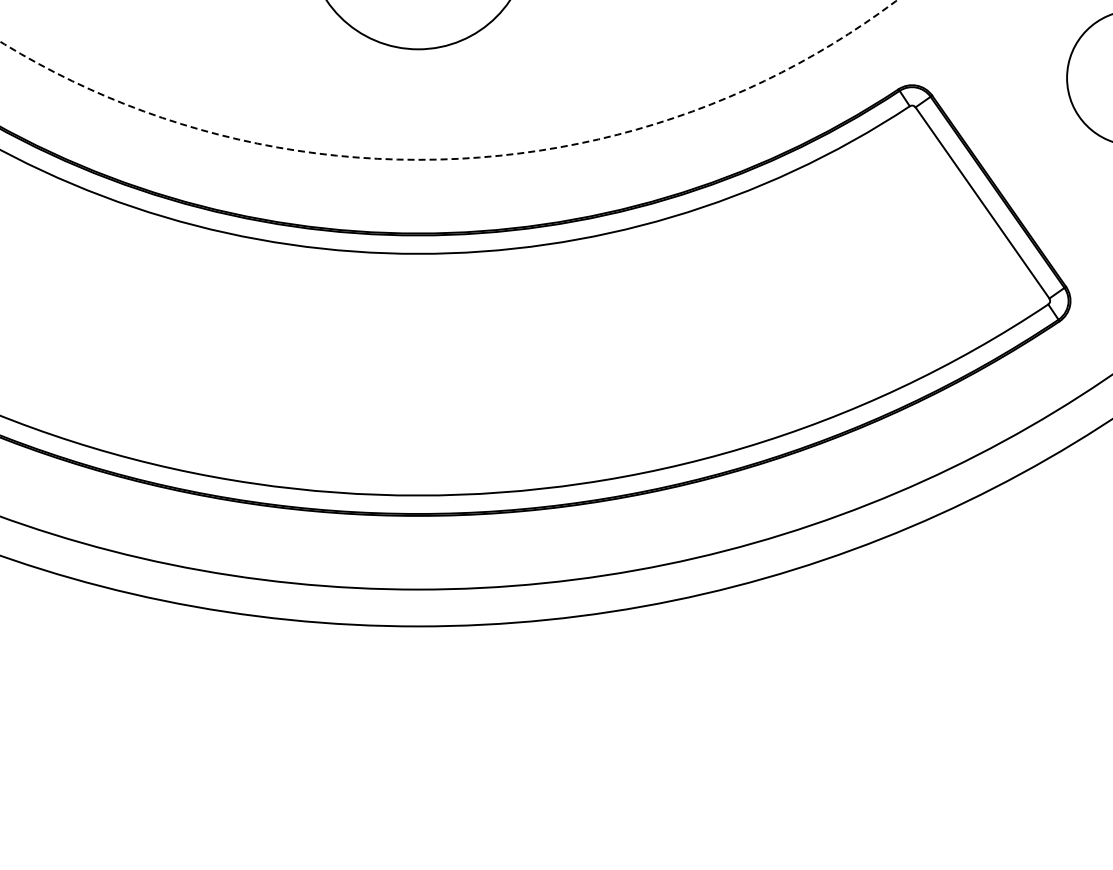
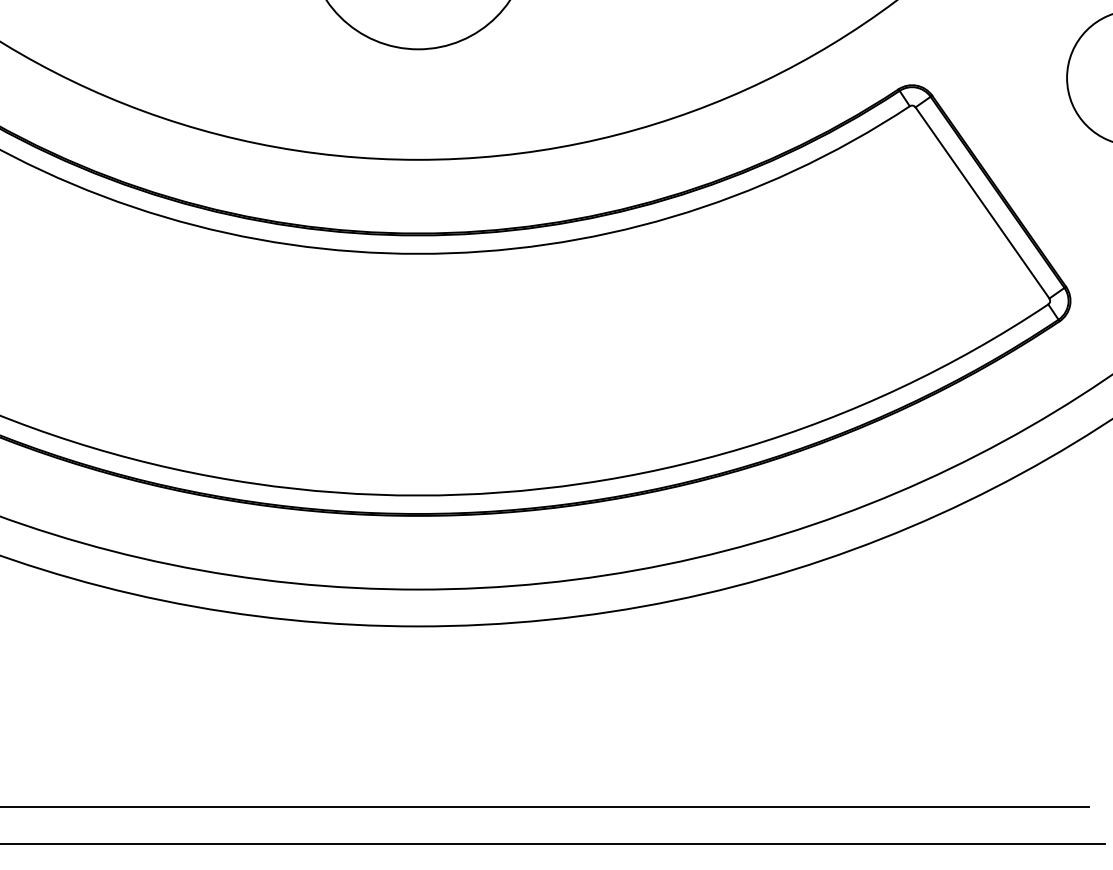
arc at (456, 158): dashed -> solid
line at (545, 806): none -> present
line at (553, 843): none -> present
